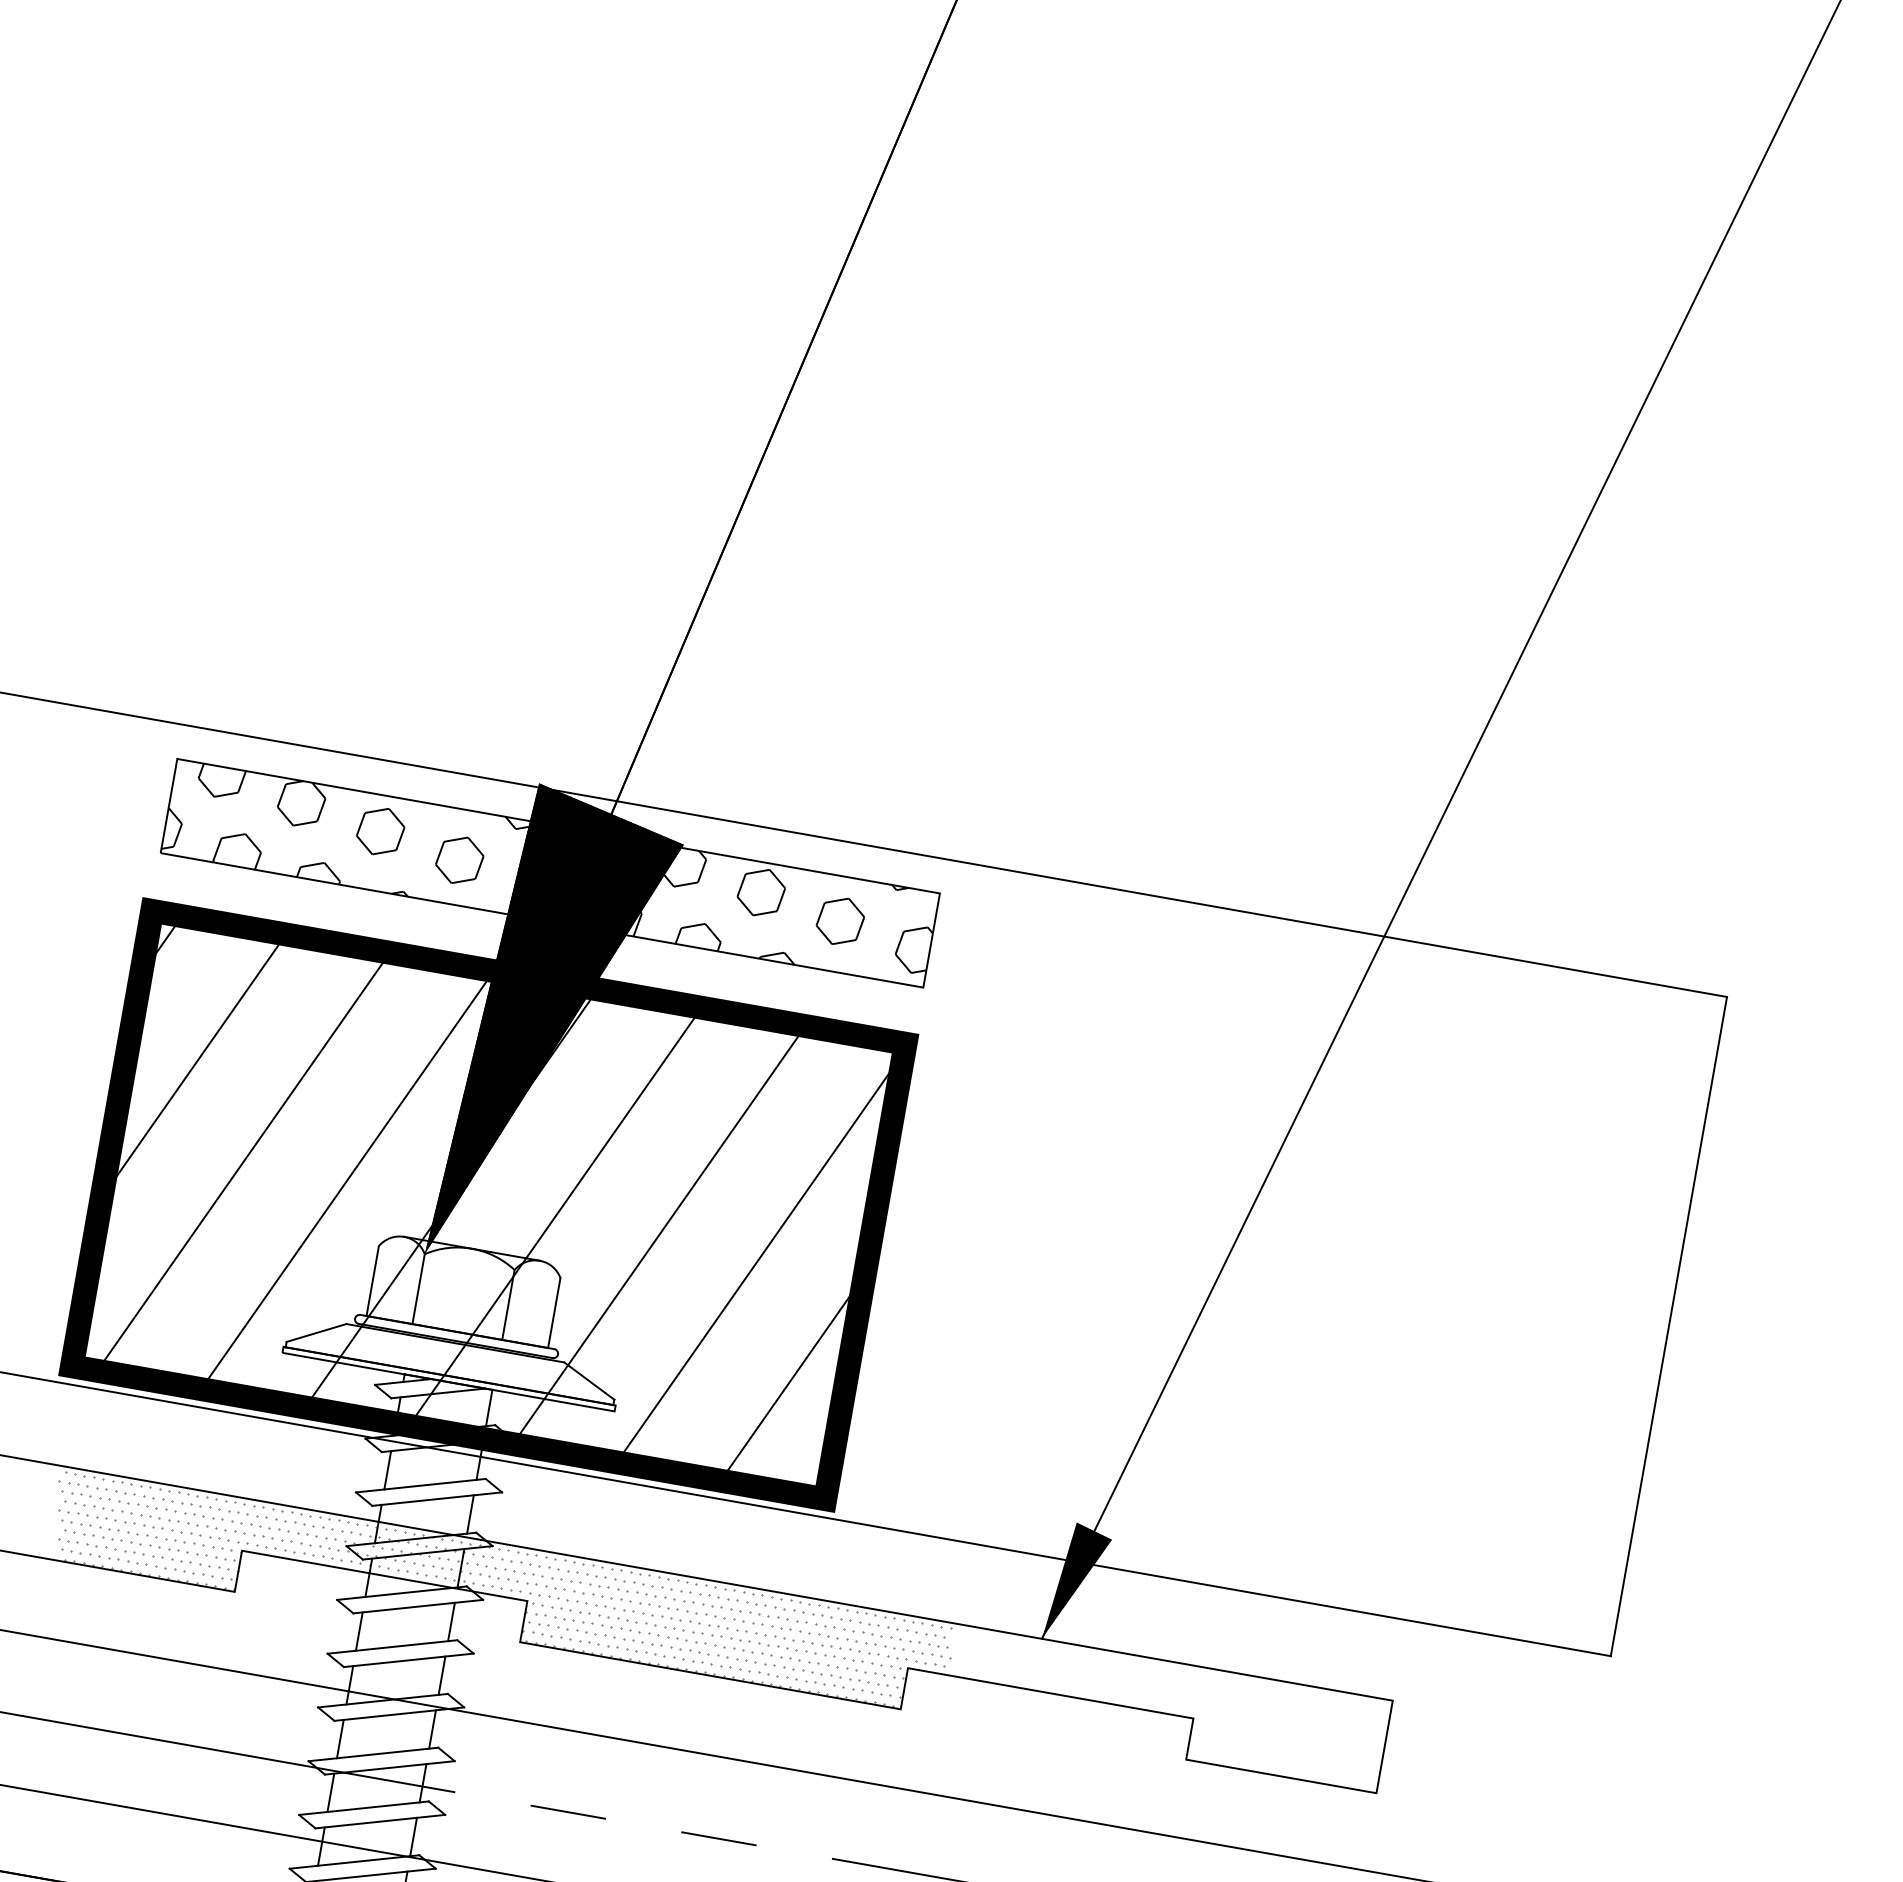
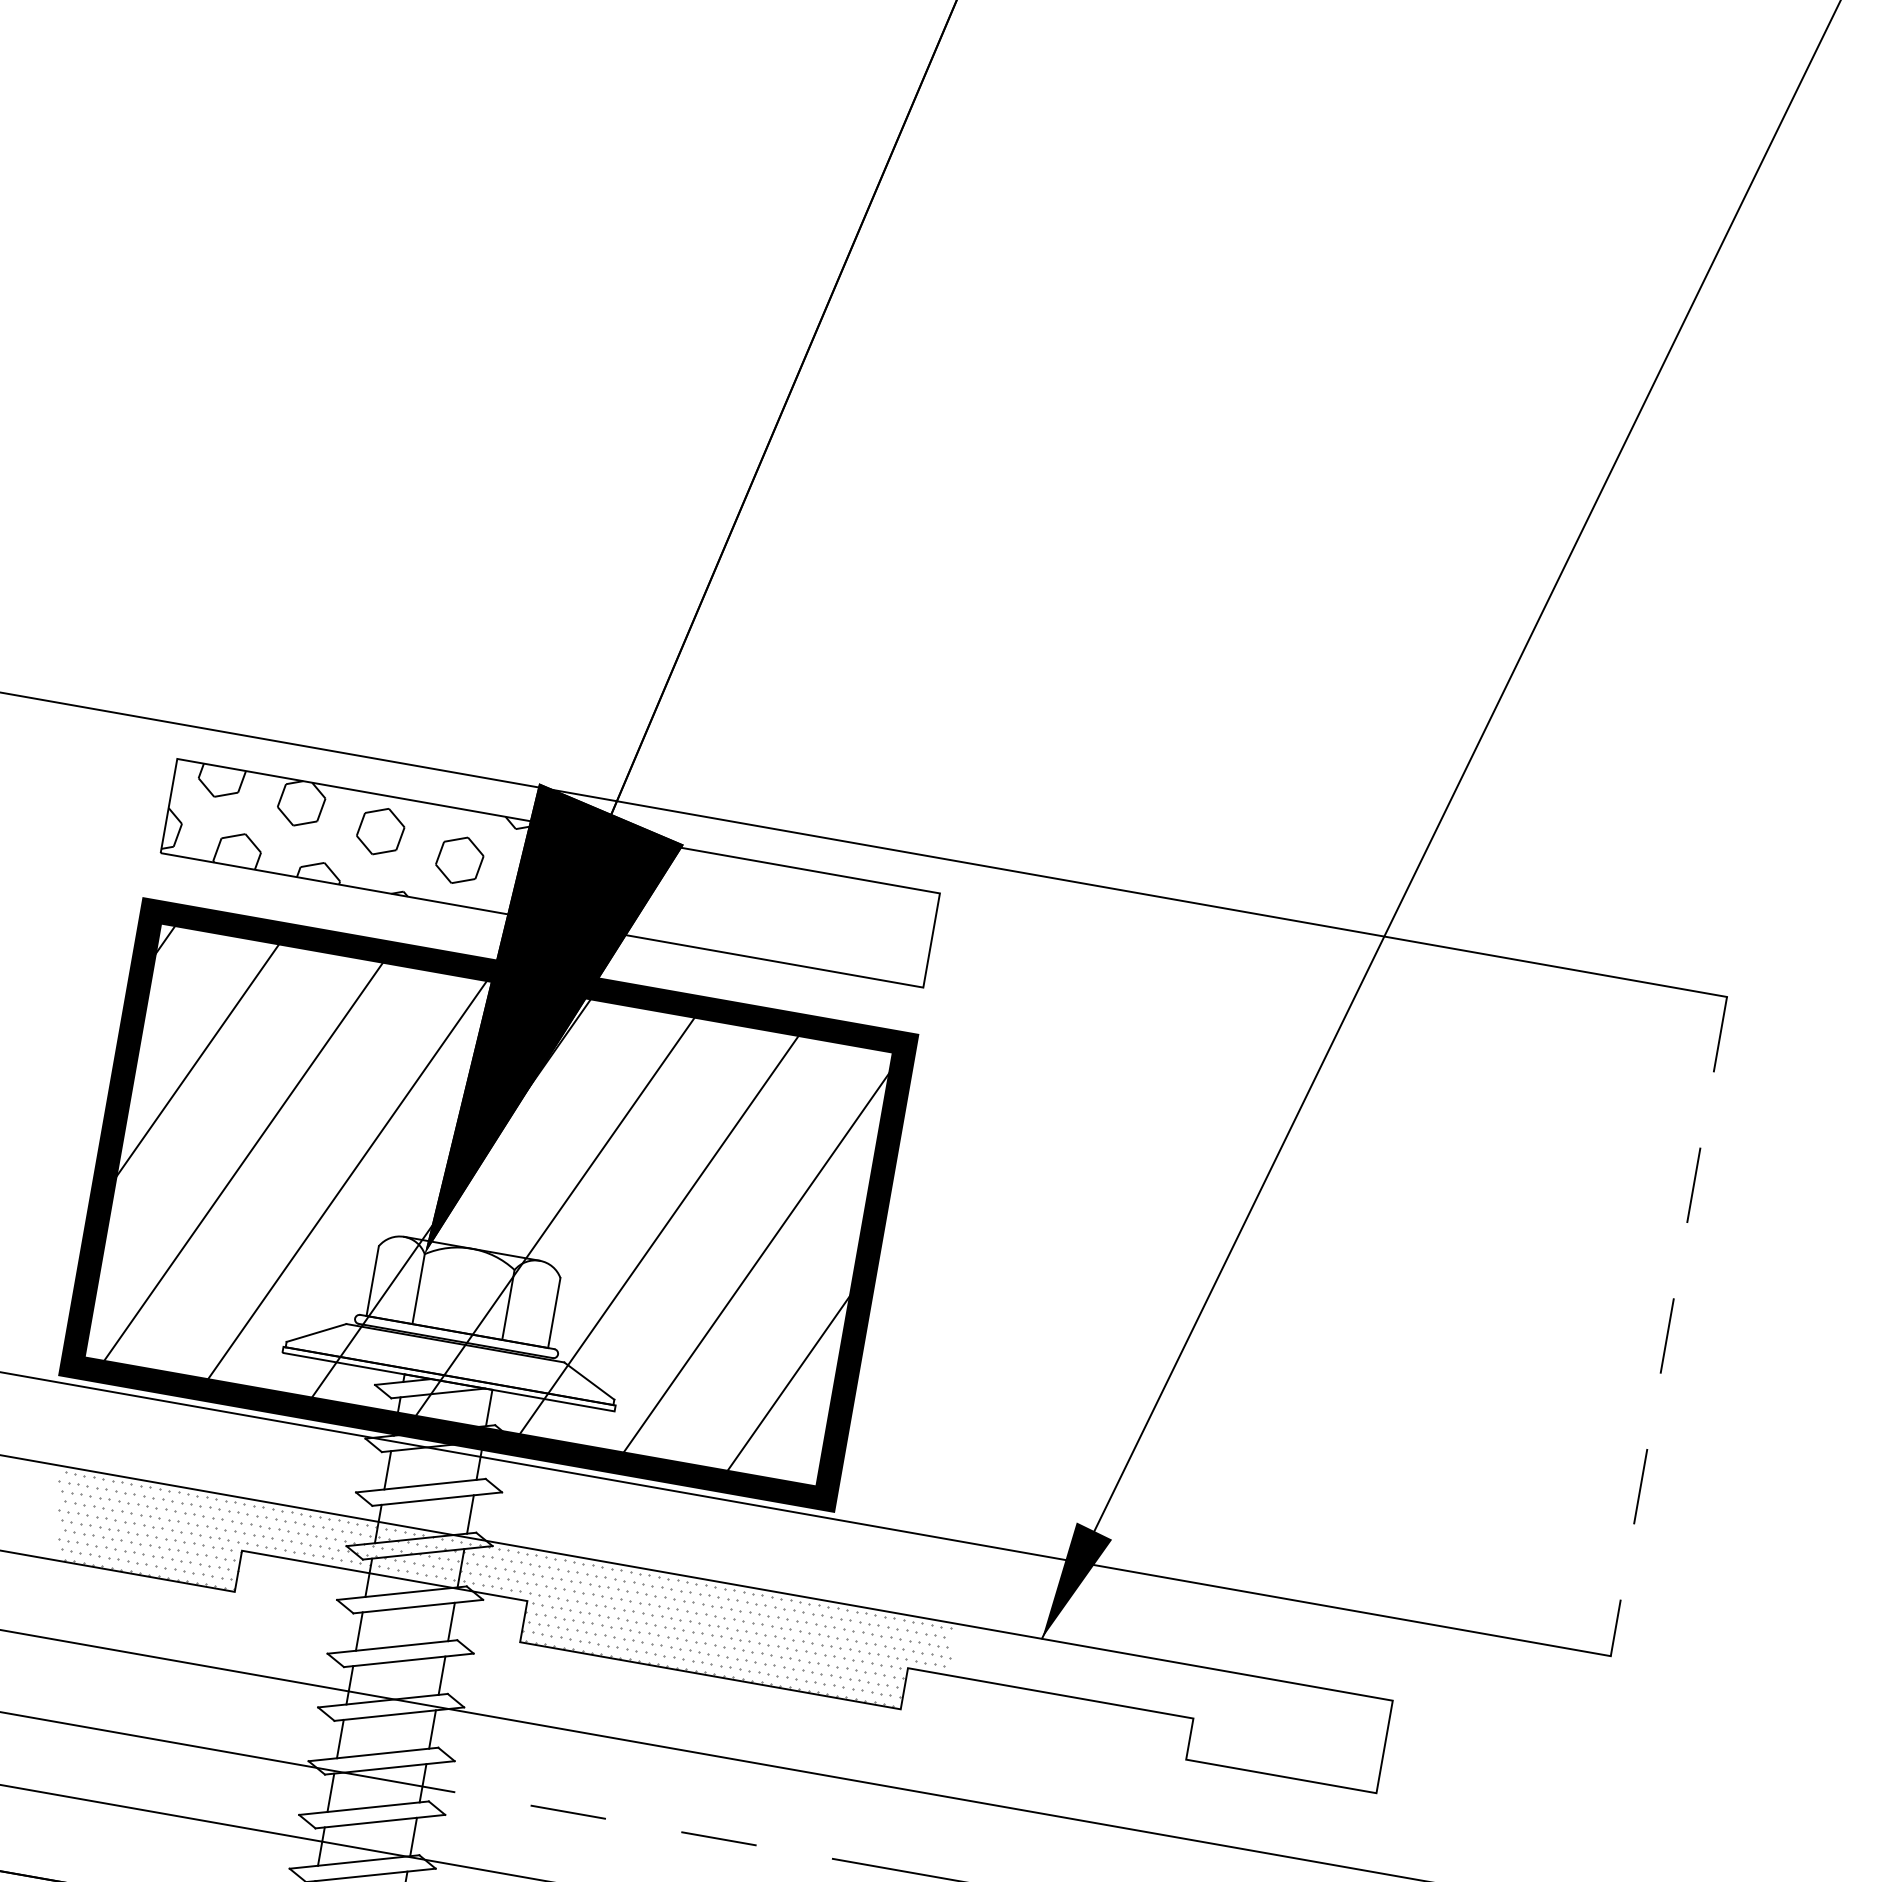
hatch at (735, 901): present -> none
line at (1668, 1326): solid -> dashed
